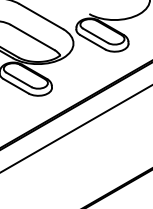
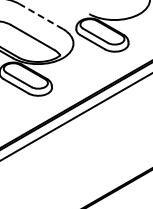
line at (40, 16): solid -> dashed
line at (75, 128) position: (75, 128) -> (75, 116)
